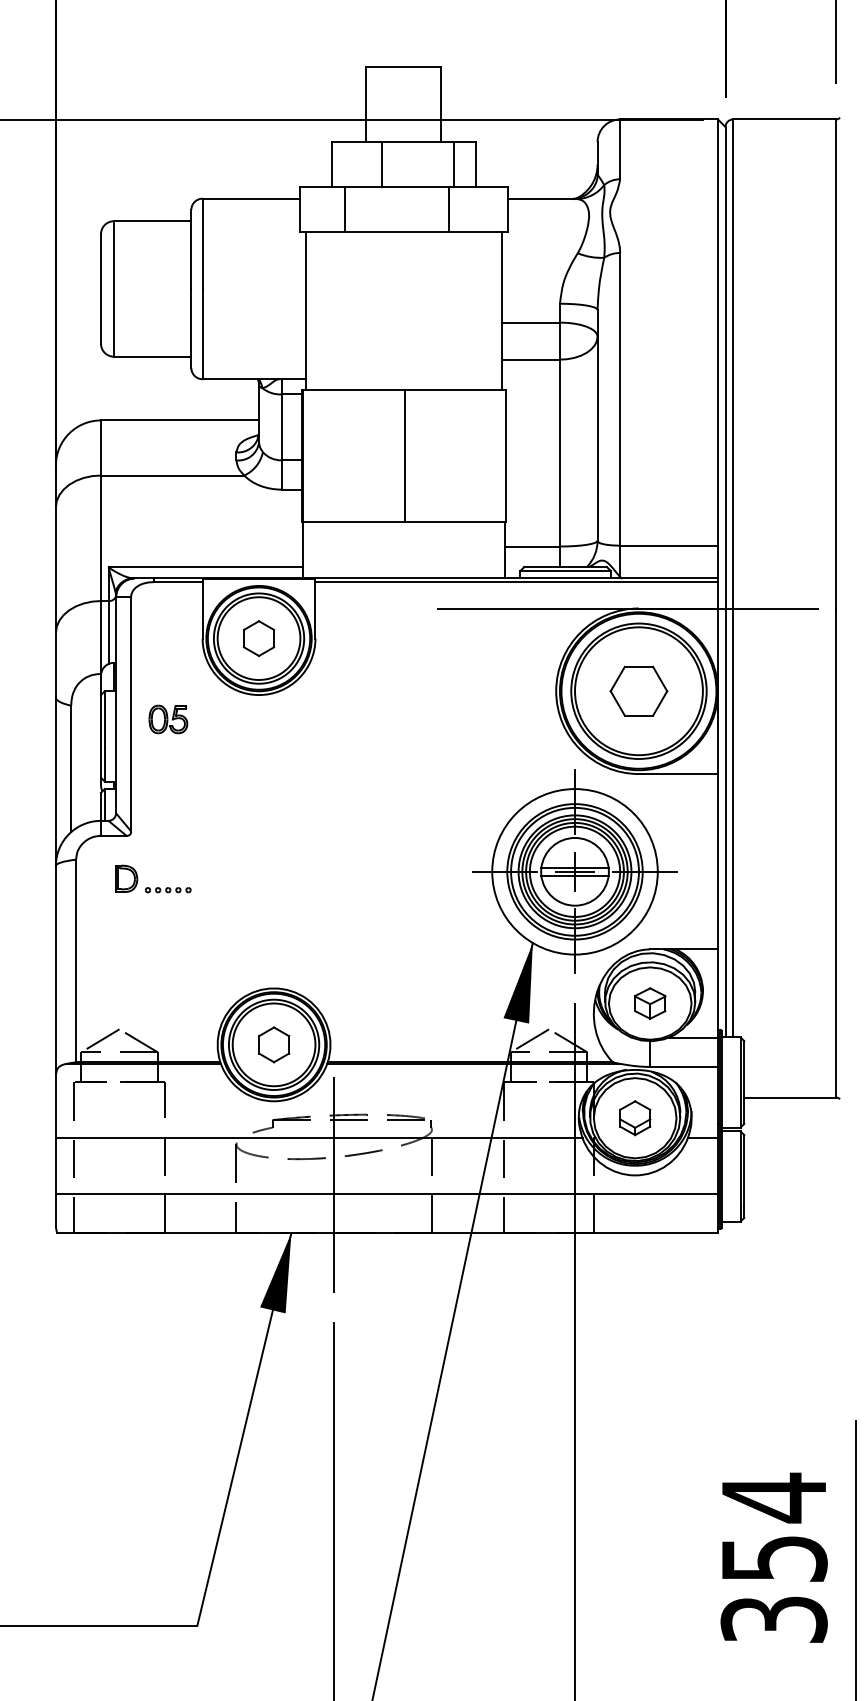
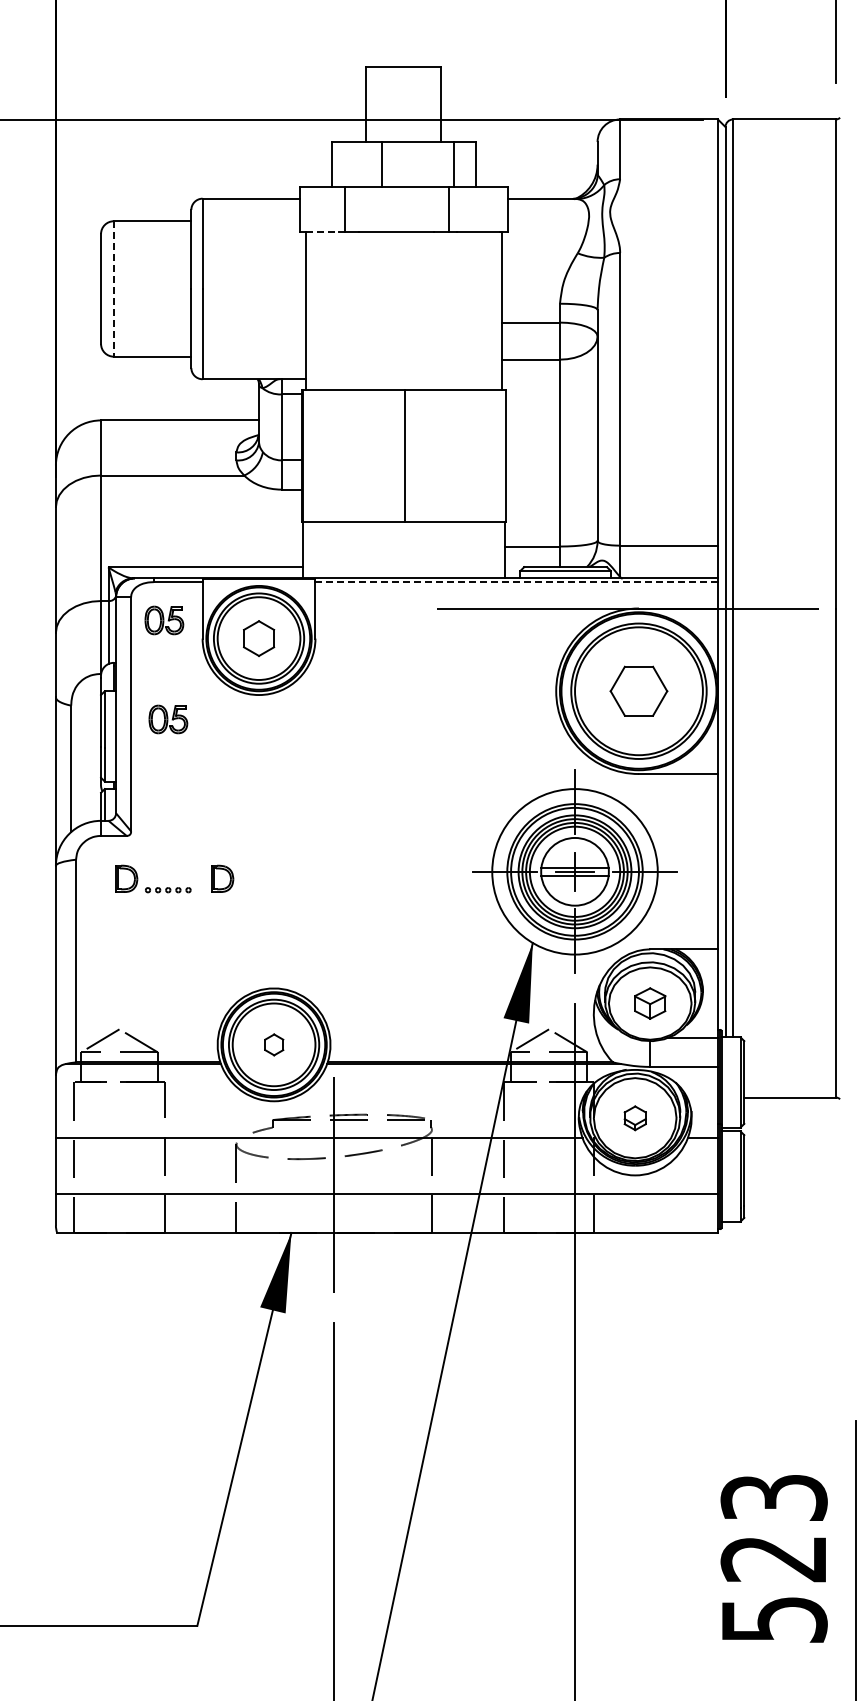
line at (322, 232): solid -> dashed
line at (113, 288): solid -> dashed
line at (517, 582): solid -> dashed
part at (164, 620): none -> present
part at (222, 878): none -> present
part at (274, 1044) size: 33x38 px -> 21x24 px
part at (635, 1118) size: 33x37 px -> 24x27 px
text at (773, 1557): 354 -> 523
